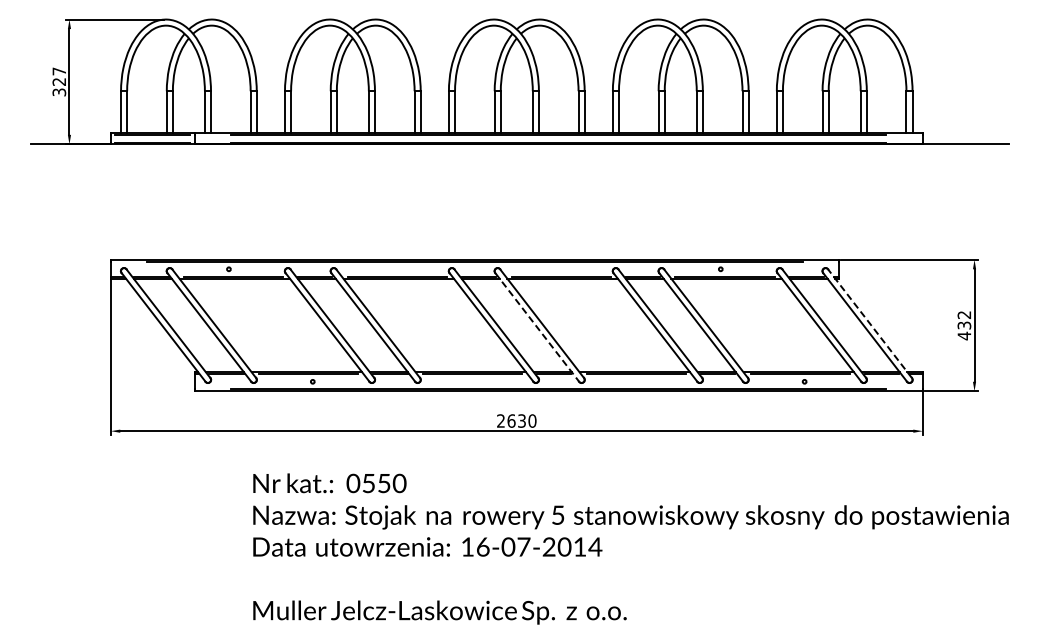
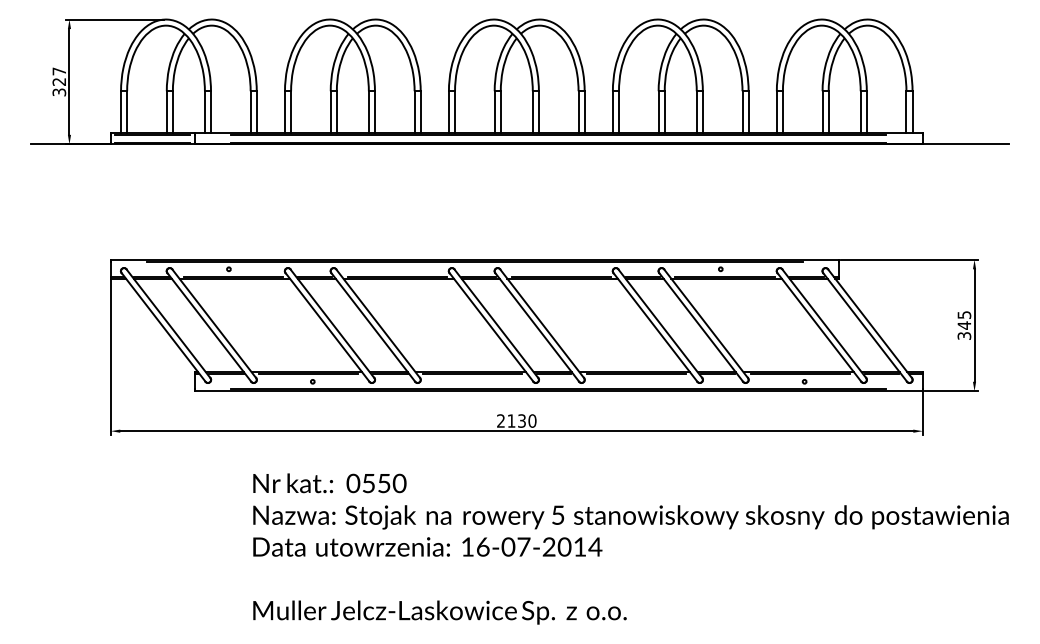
line at (869, 323): dashed -> solid
text at (964, 325): 432 -> 345
line at (537, 327): dashed -> solid
text at (511, 420): 2630 -> 2130
